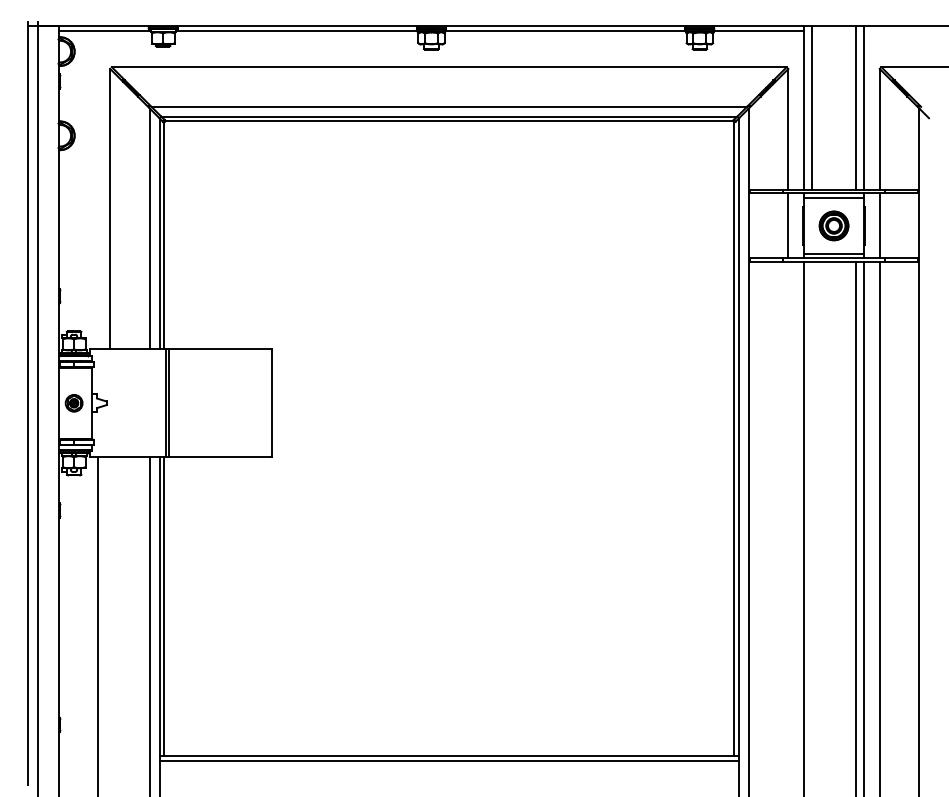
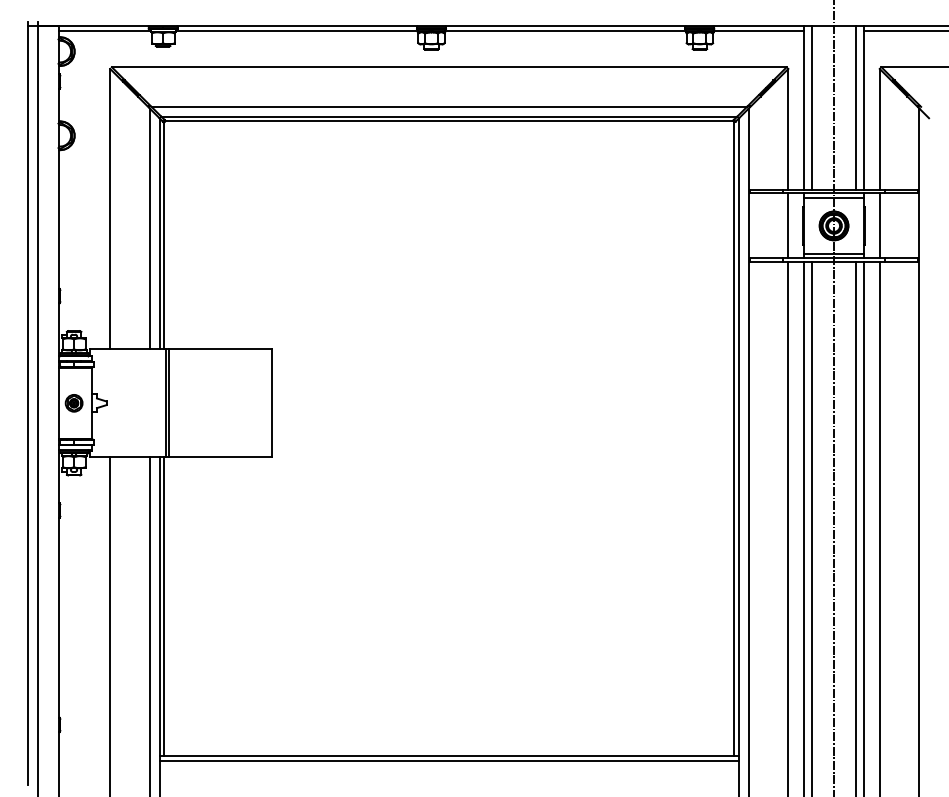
line at (904, 31): none -> present
line at (834, 397): none -> present
line at (788, 527): none -> present
line at (812, 527): none -> present
line at (98, 625) position: (98, 625) -> (110, 625)
